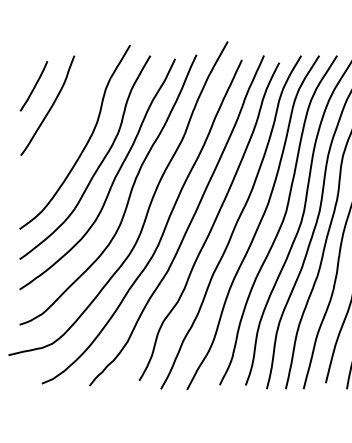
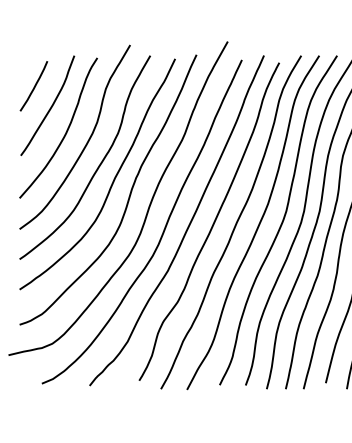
curve at (66, 129): none -> present
